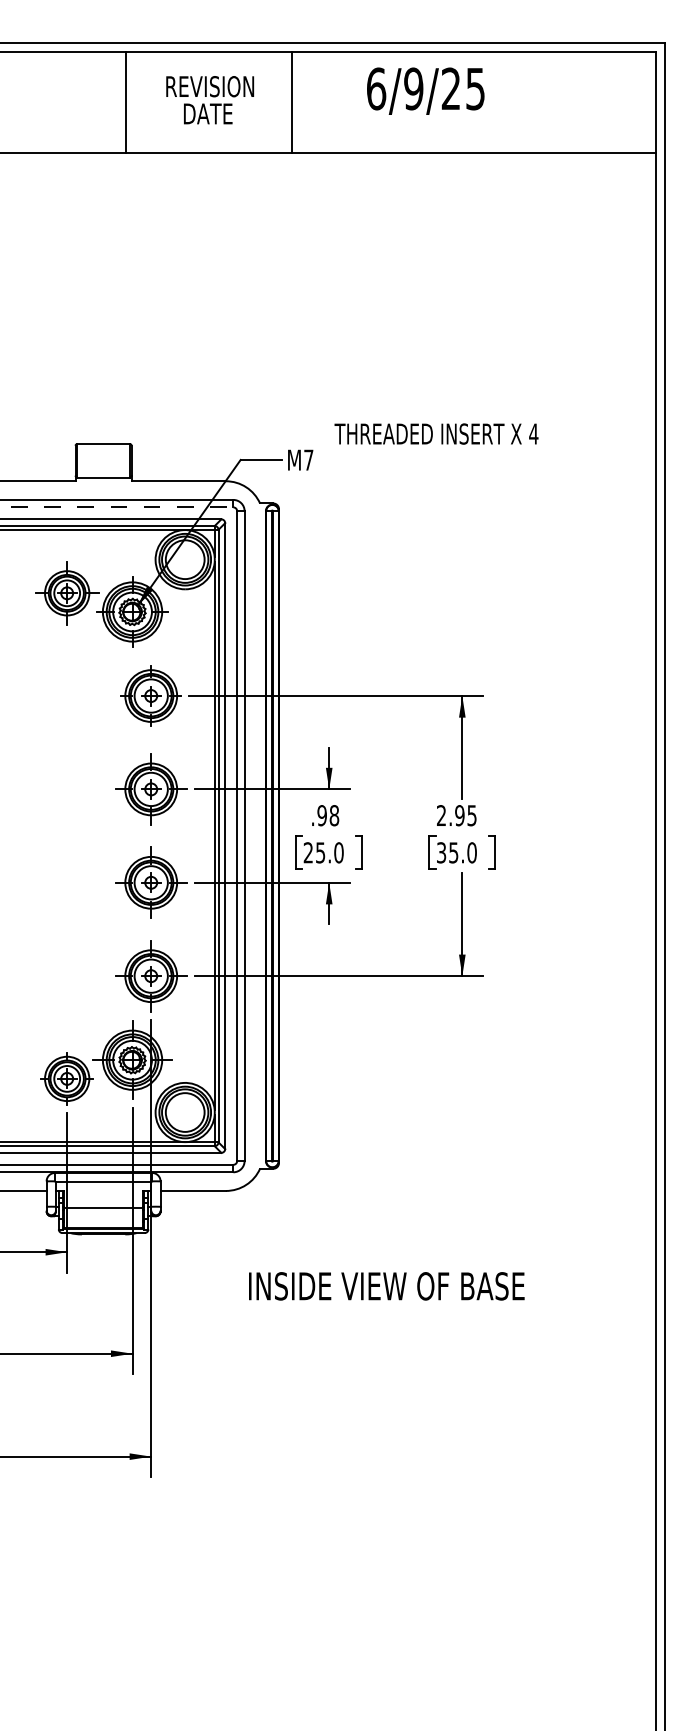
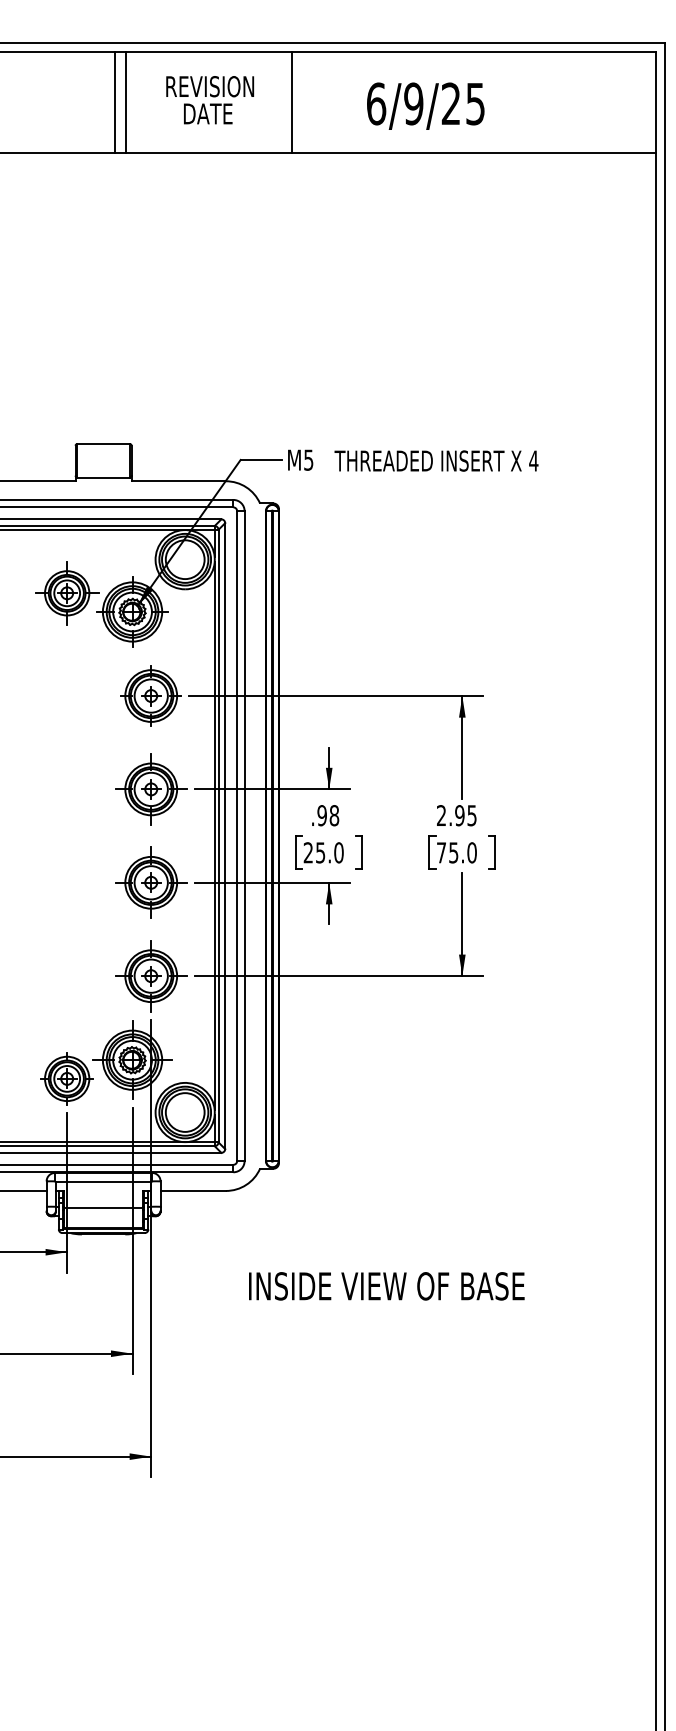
text at (425, 90) position: (425, 90) -> (425, 105)
line at (115, 101): none -> present
text at (436, 433) position: (436, 433) -> (436, 460)
text at (308, 459): M7 -> M5
line at (117, 507): dashed -> solid
text at (441, 852): 35.0 -> 75.0
